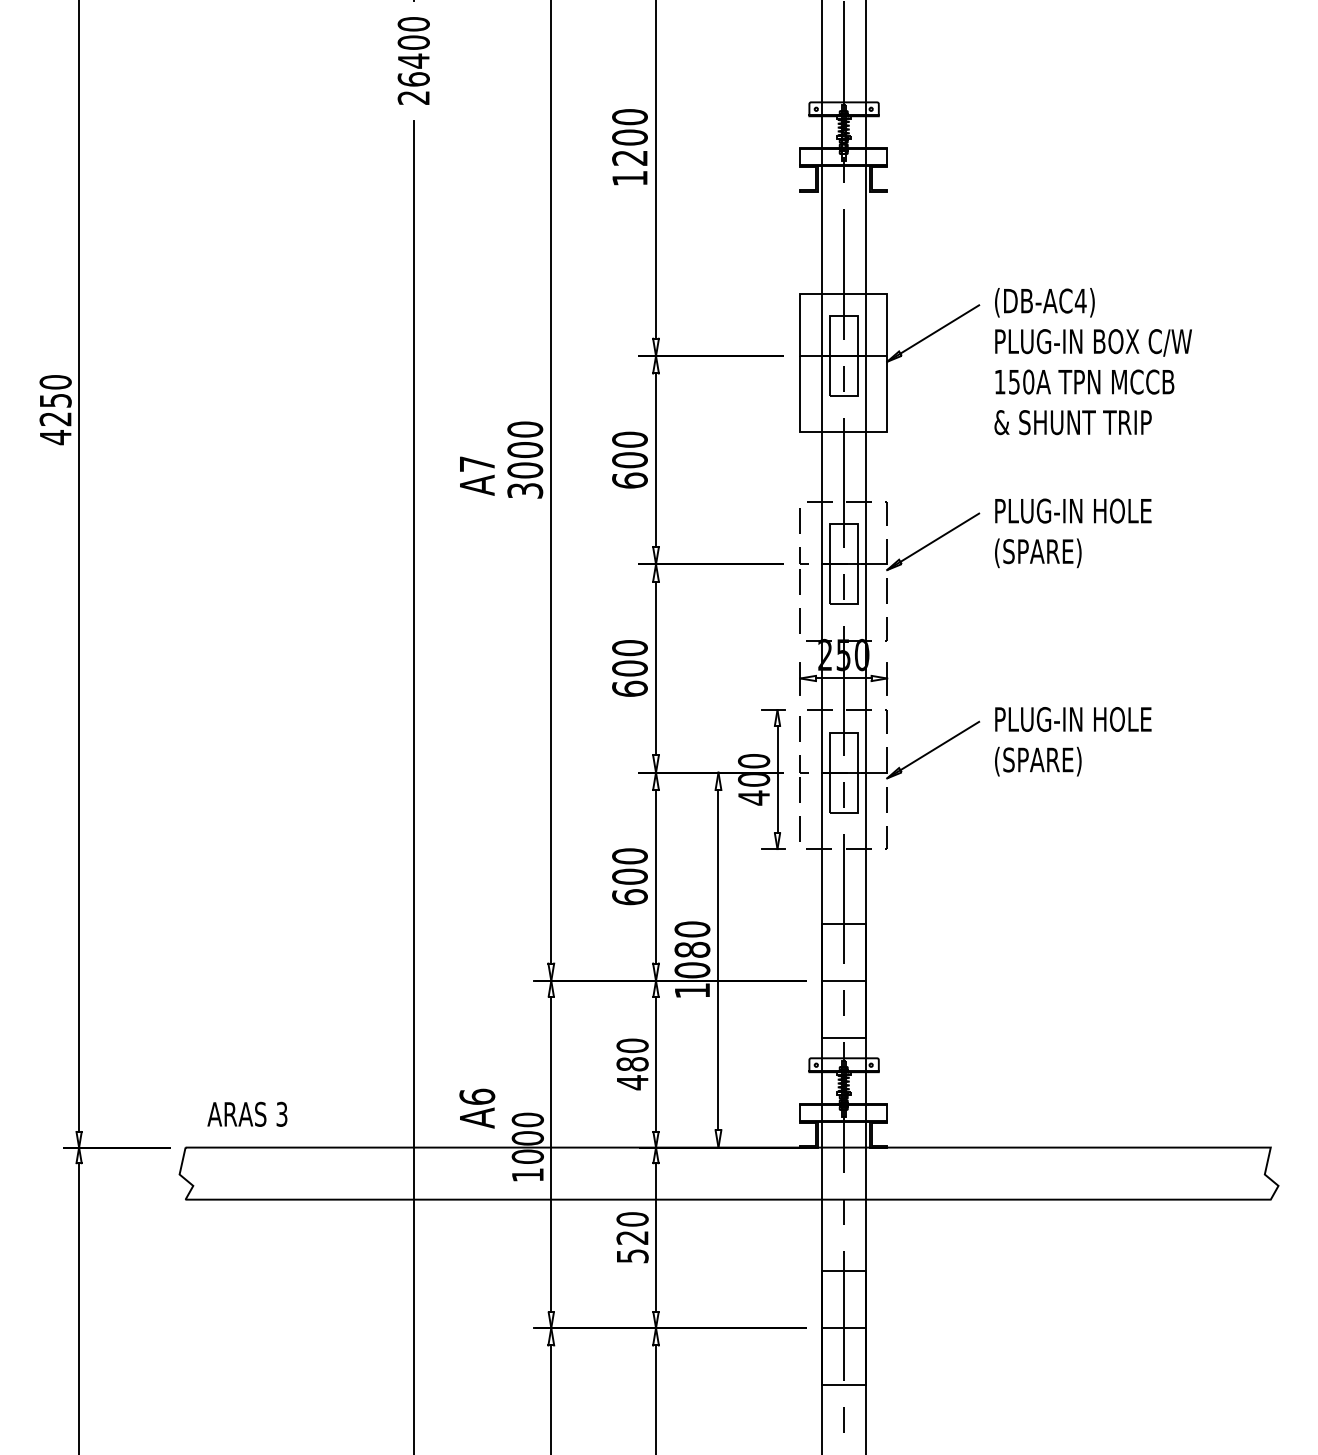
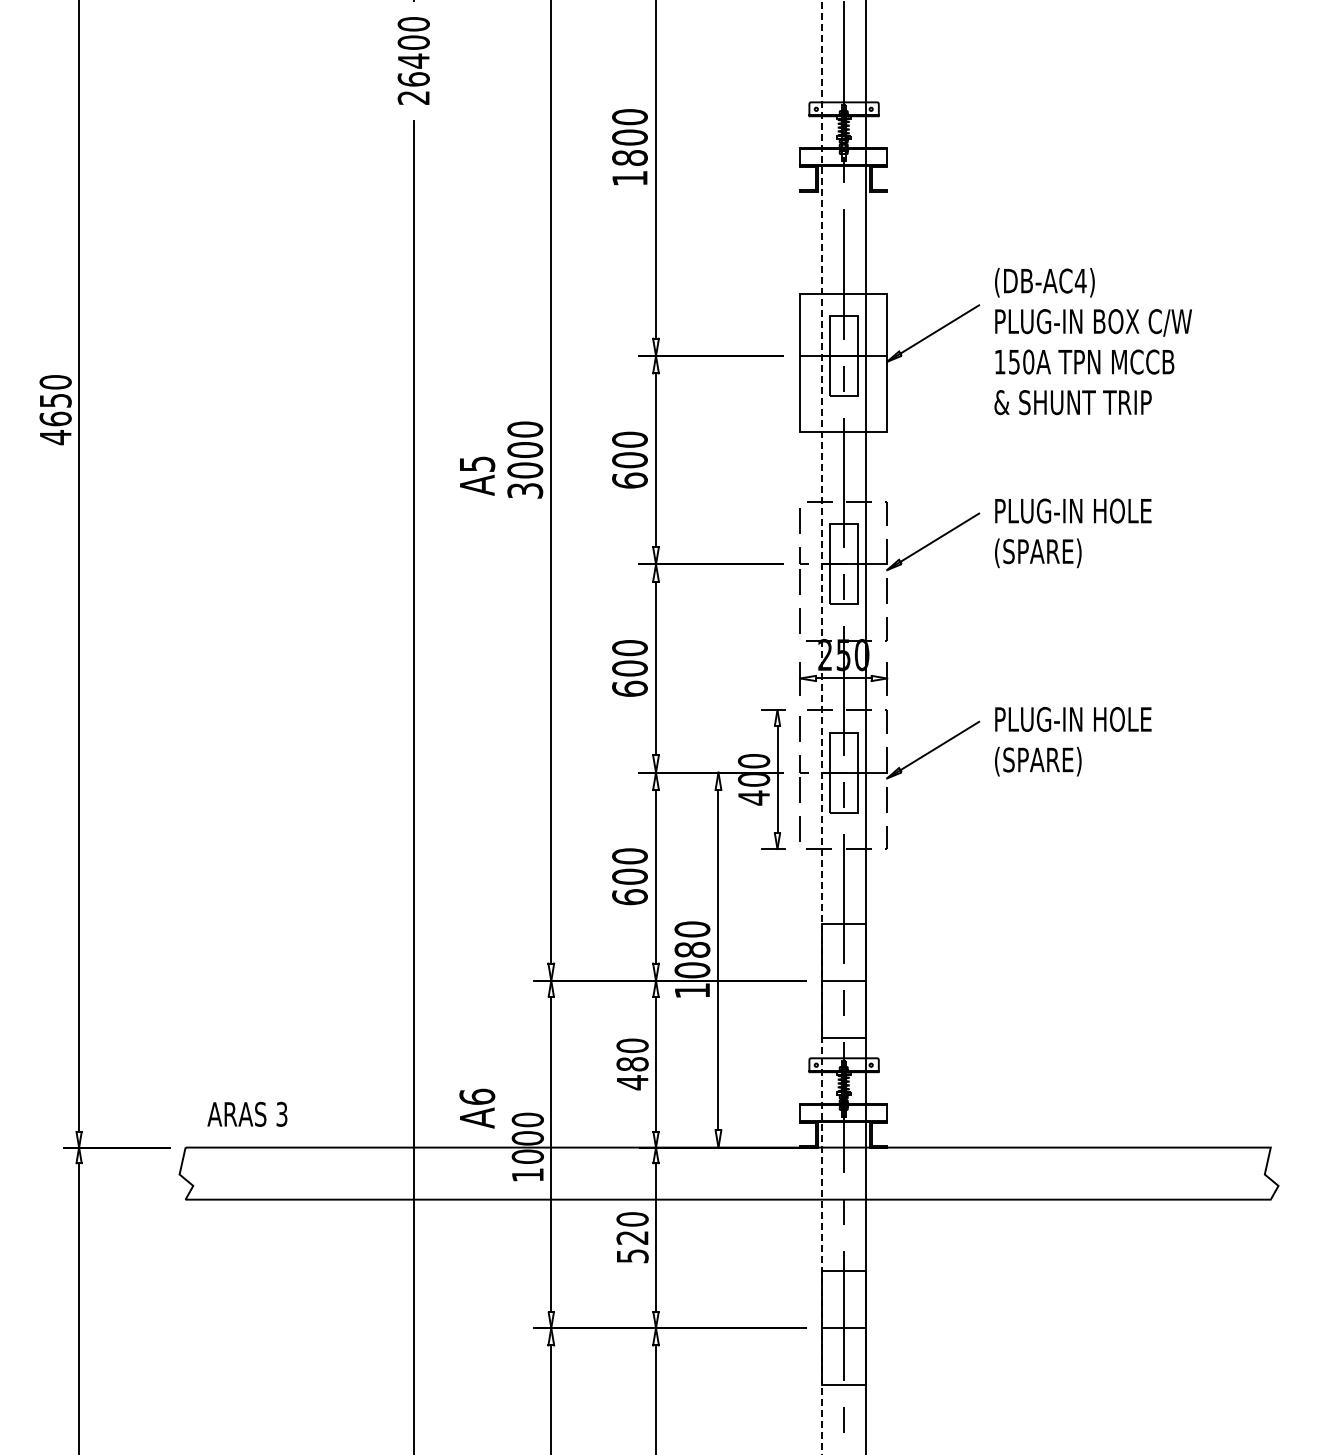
text at (629, 157): 1200 -> 1800
text at (1092, 361) position: (1092, 361) -> (1092, 341)
text at (55, 418): 4250 -> 4650
text at (477, 463): A7 -> A5
line at (821, 727): solid -> dashed
